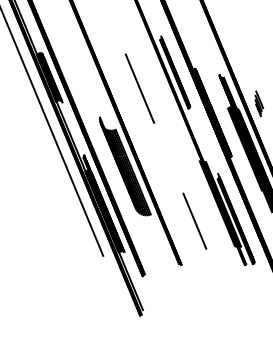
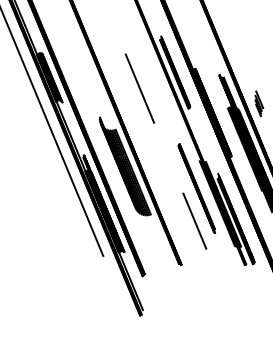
part at (196, 188): none -> present
